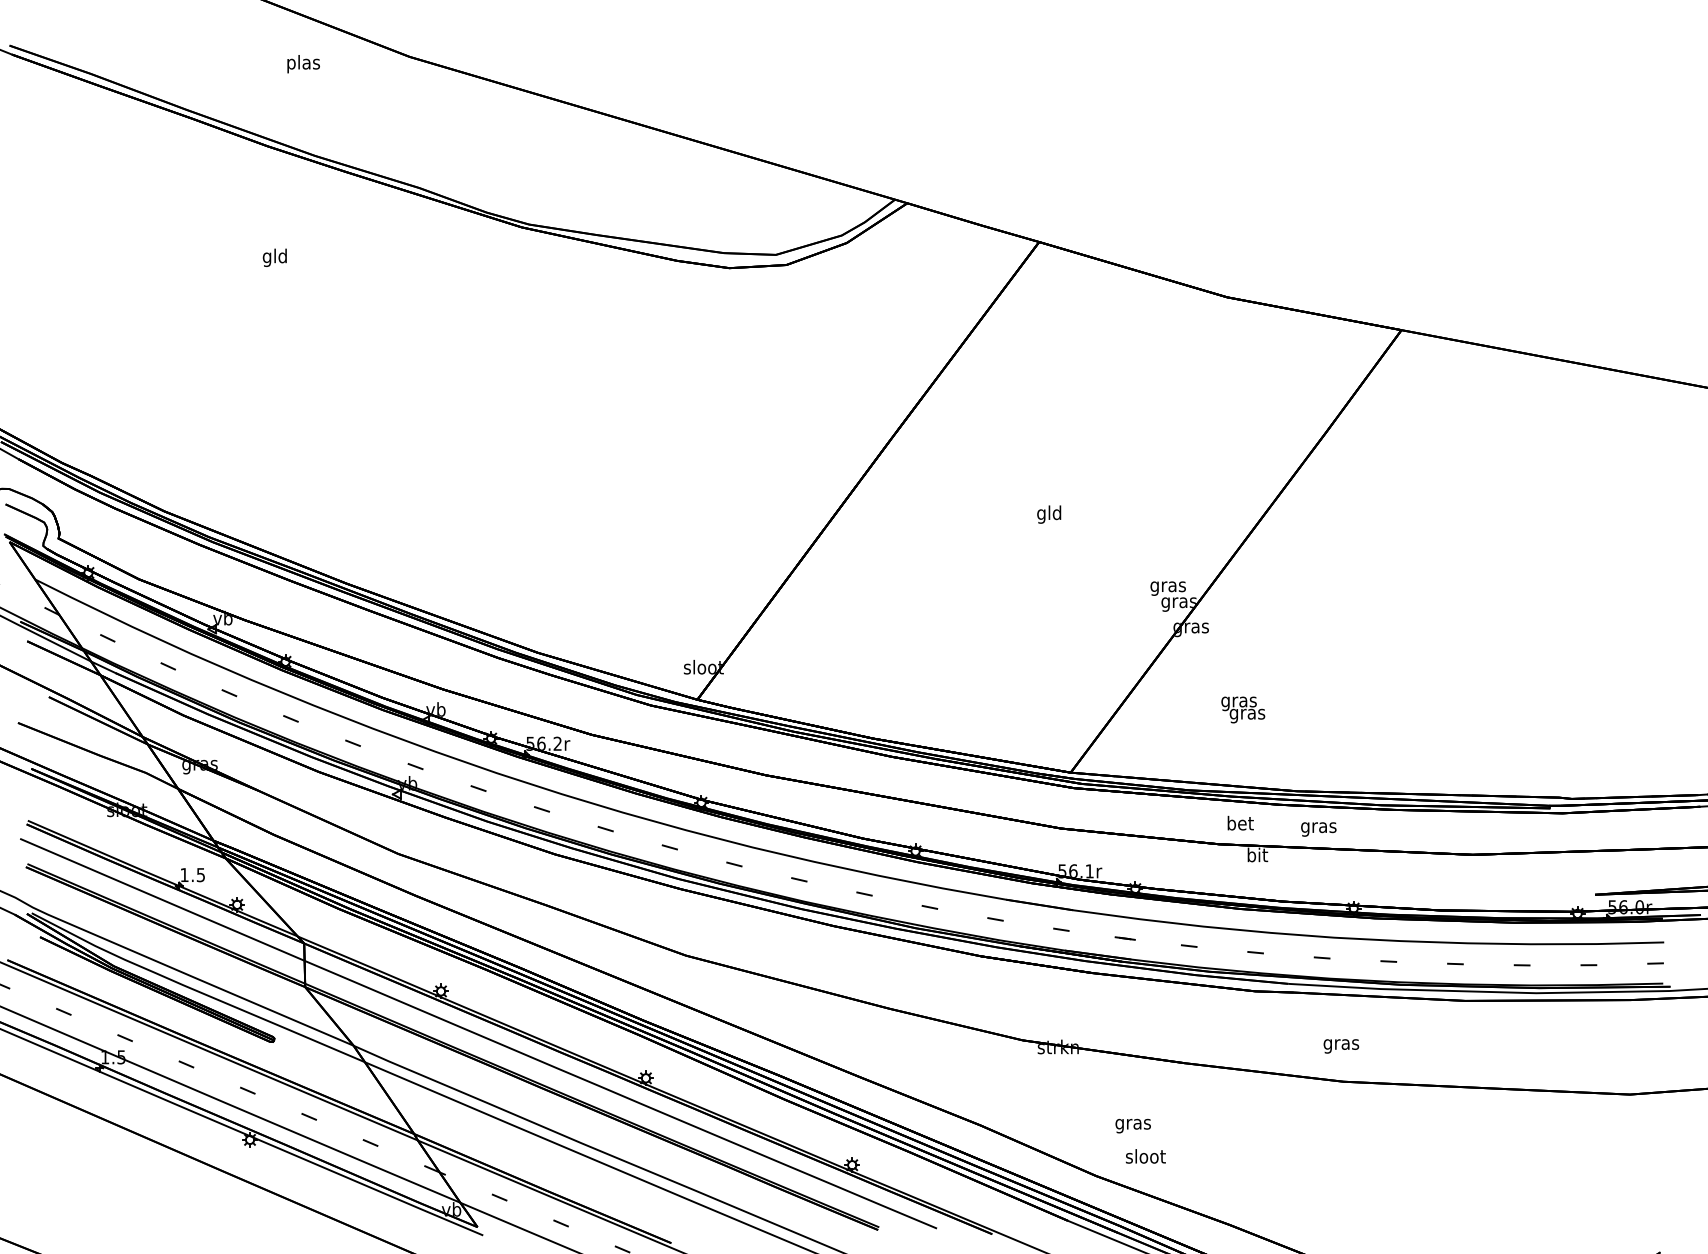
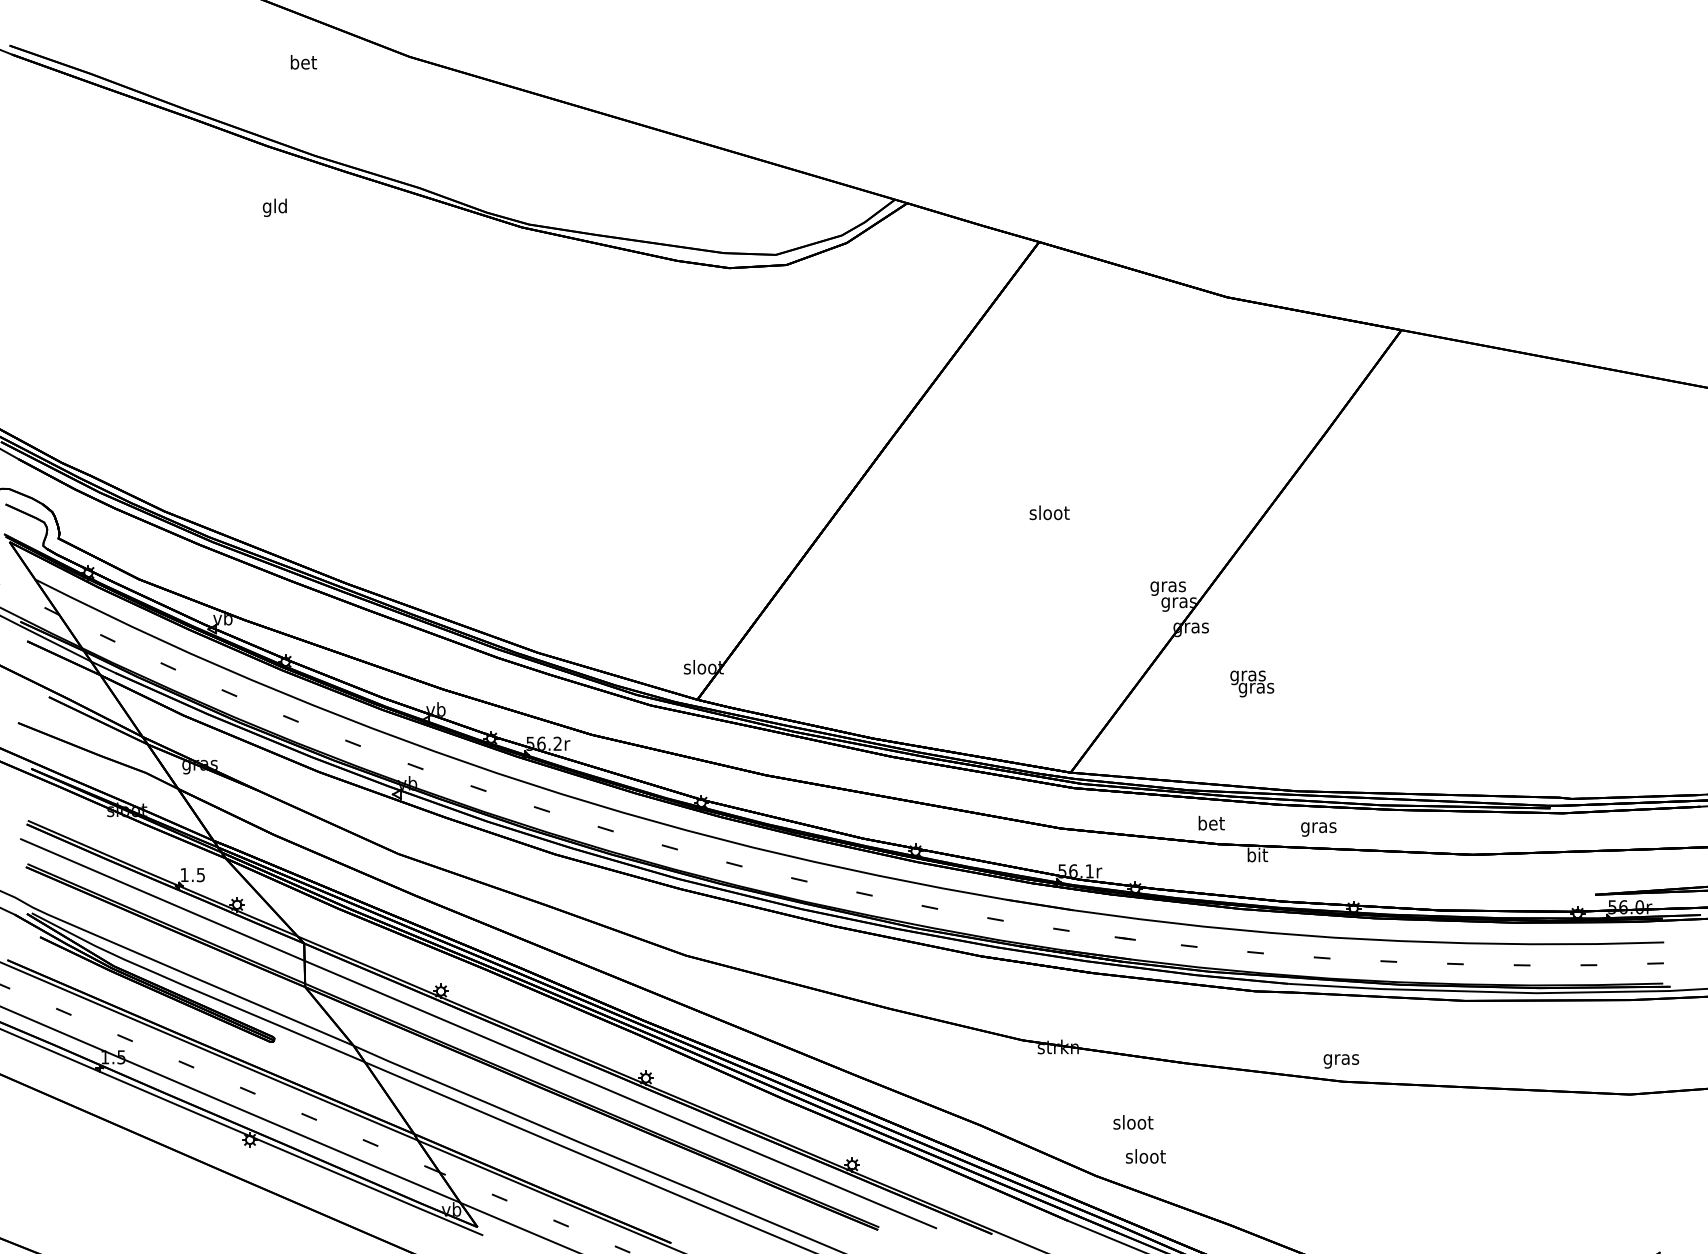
text at (303, 64): plas -> bet
text at (274, 257) position: (274, 257) -> (274, 207)
text at (1049, 514): gld -> sloot
text at (1243, 709) position: (1243, 709) -> (1252, 683)
text at (1240, 822) position: (1240, 822) -> (1211, 822)
text at (1341, 1046) position: (1341, 1046) -> (1341, 1061)
text at (1133, 1124): gras -> sloot
